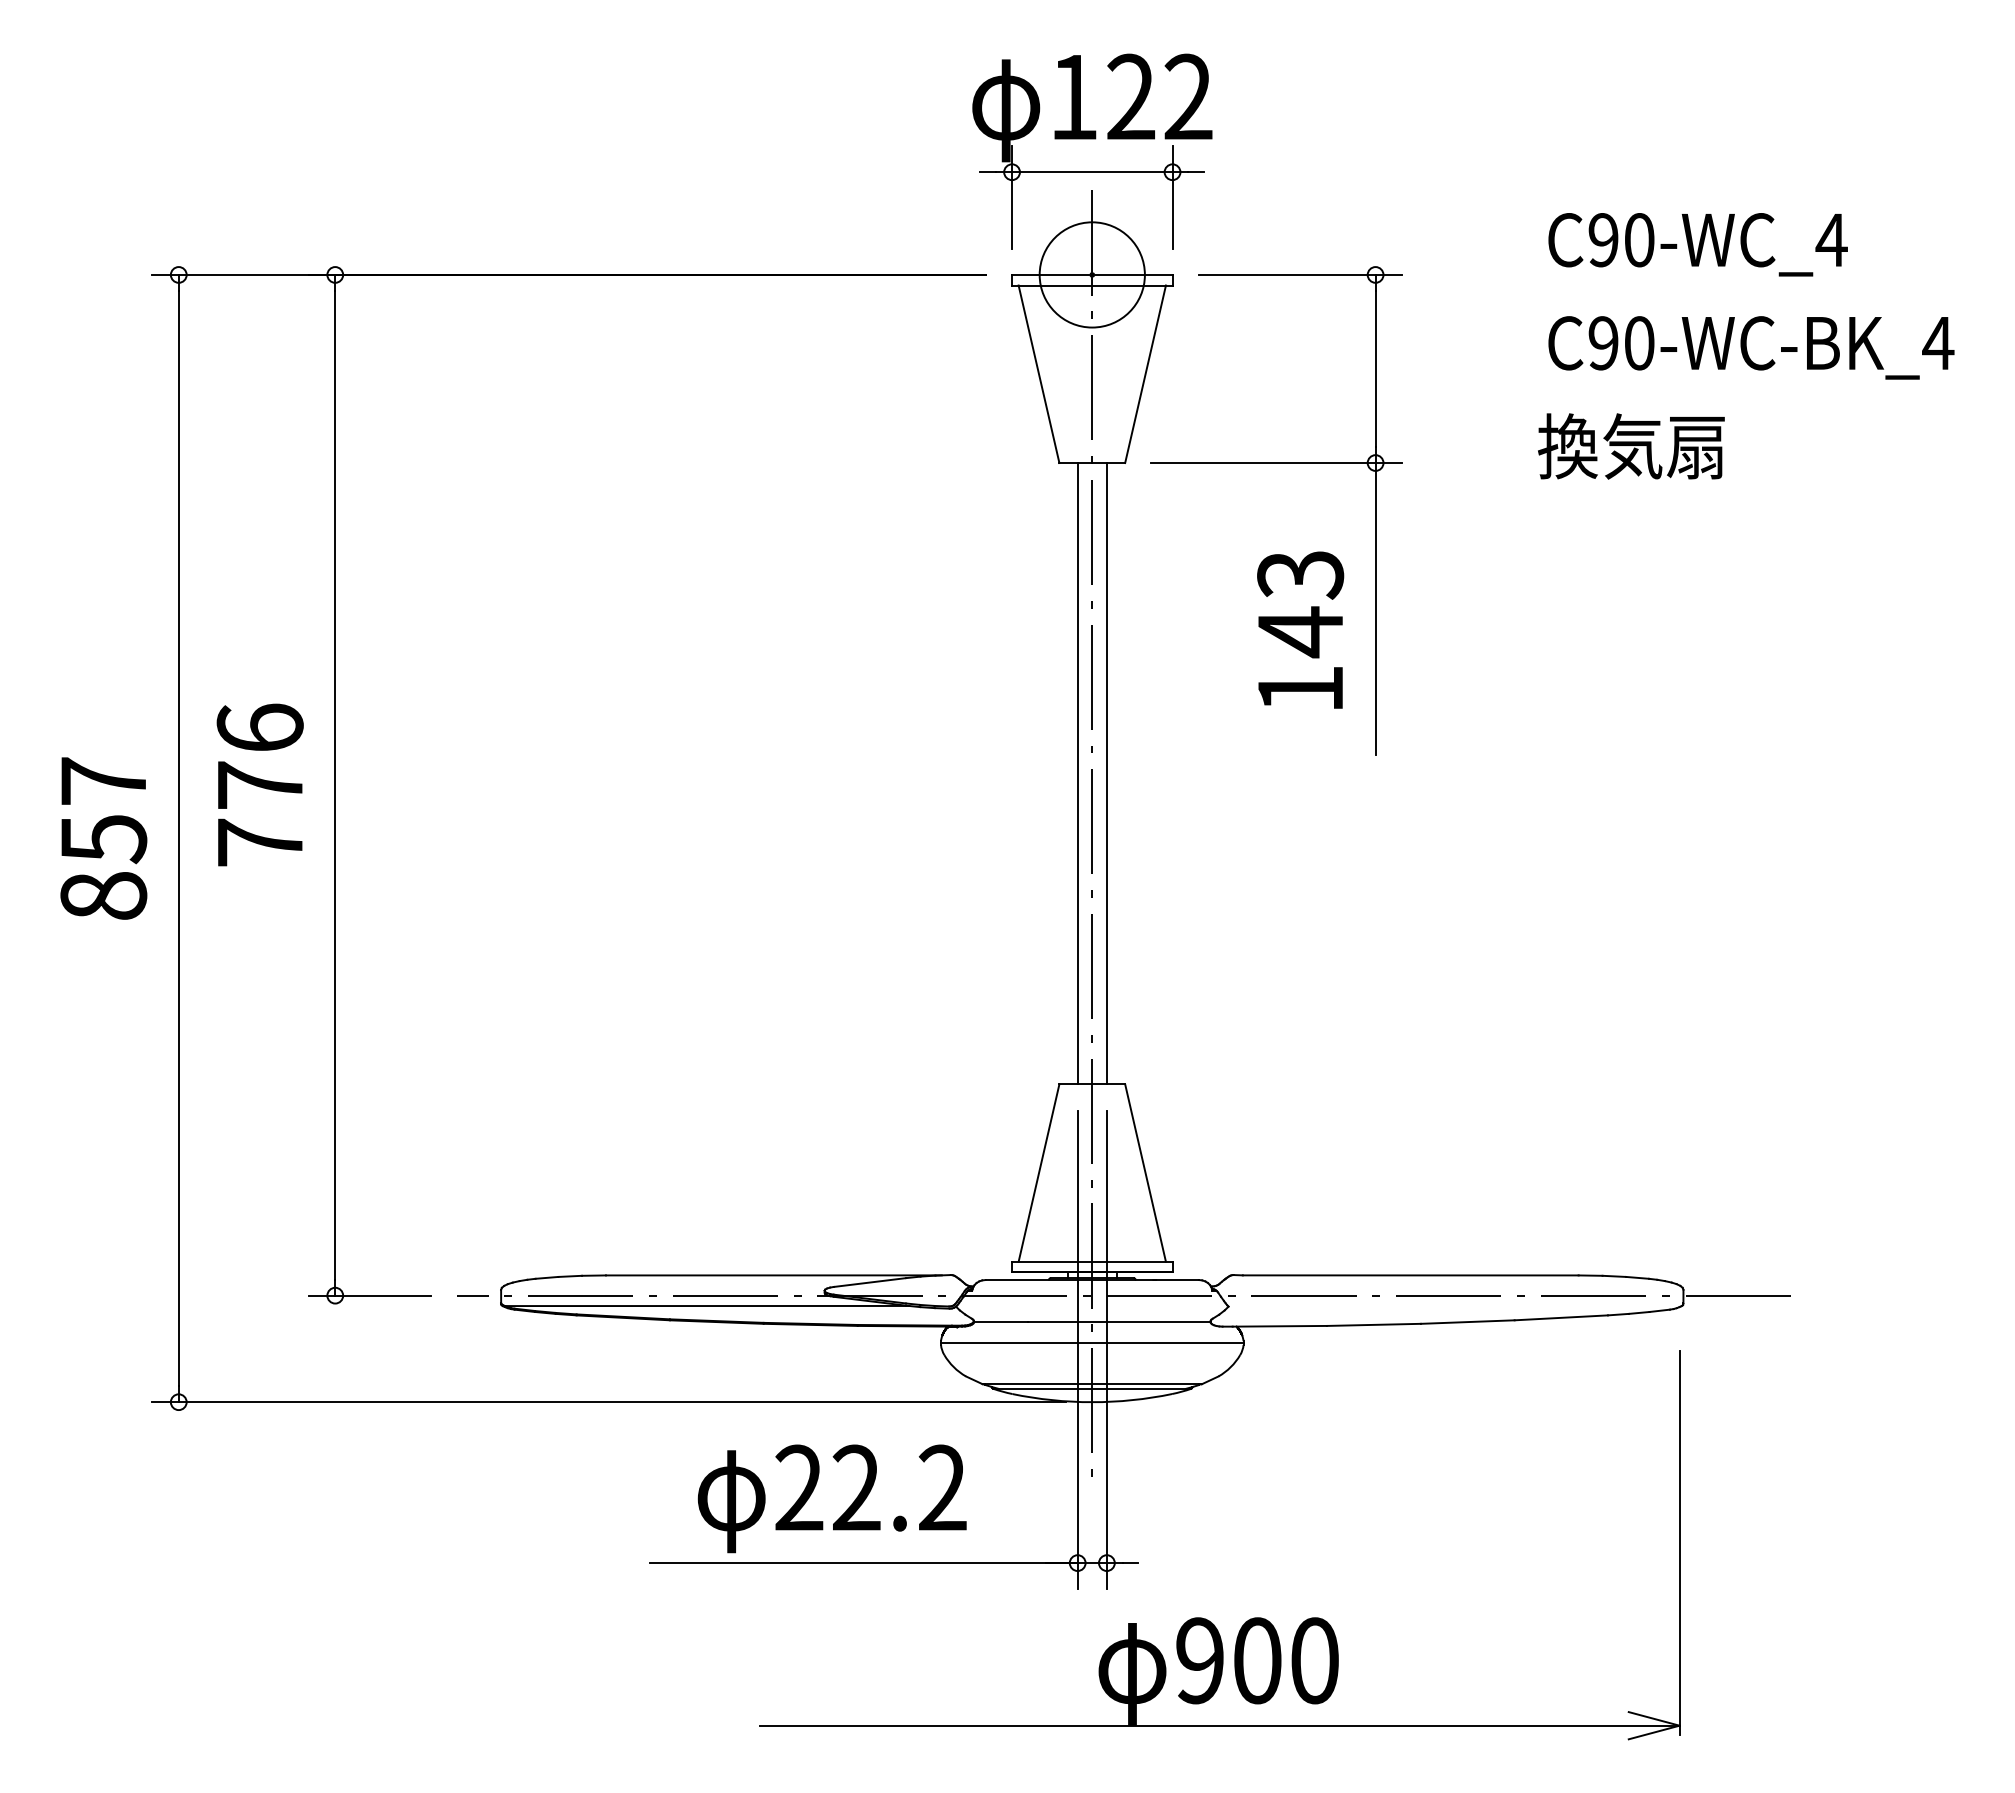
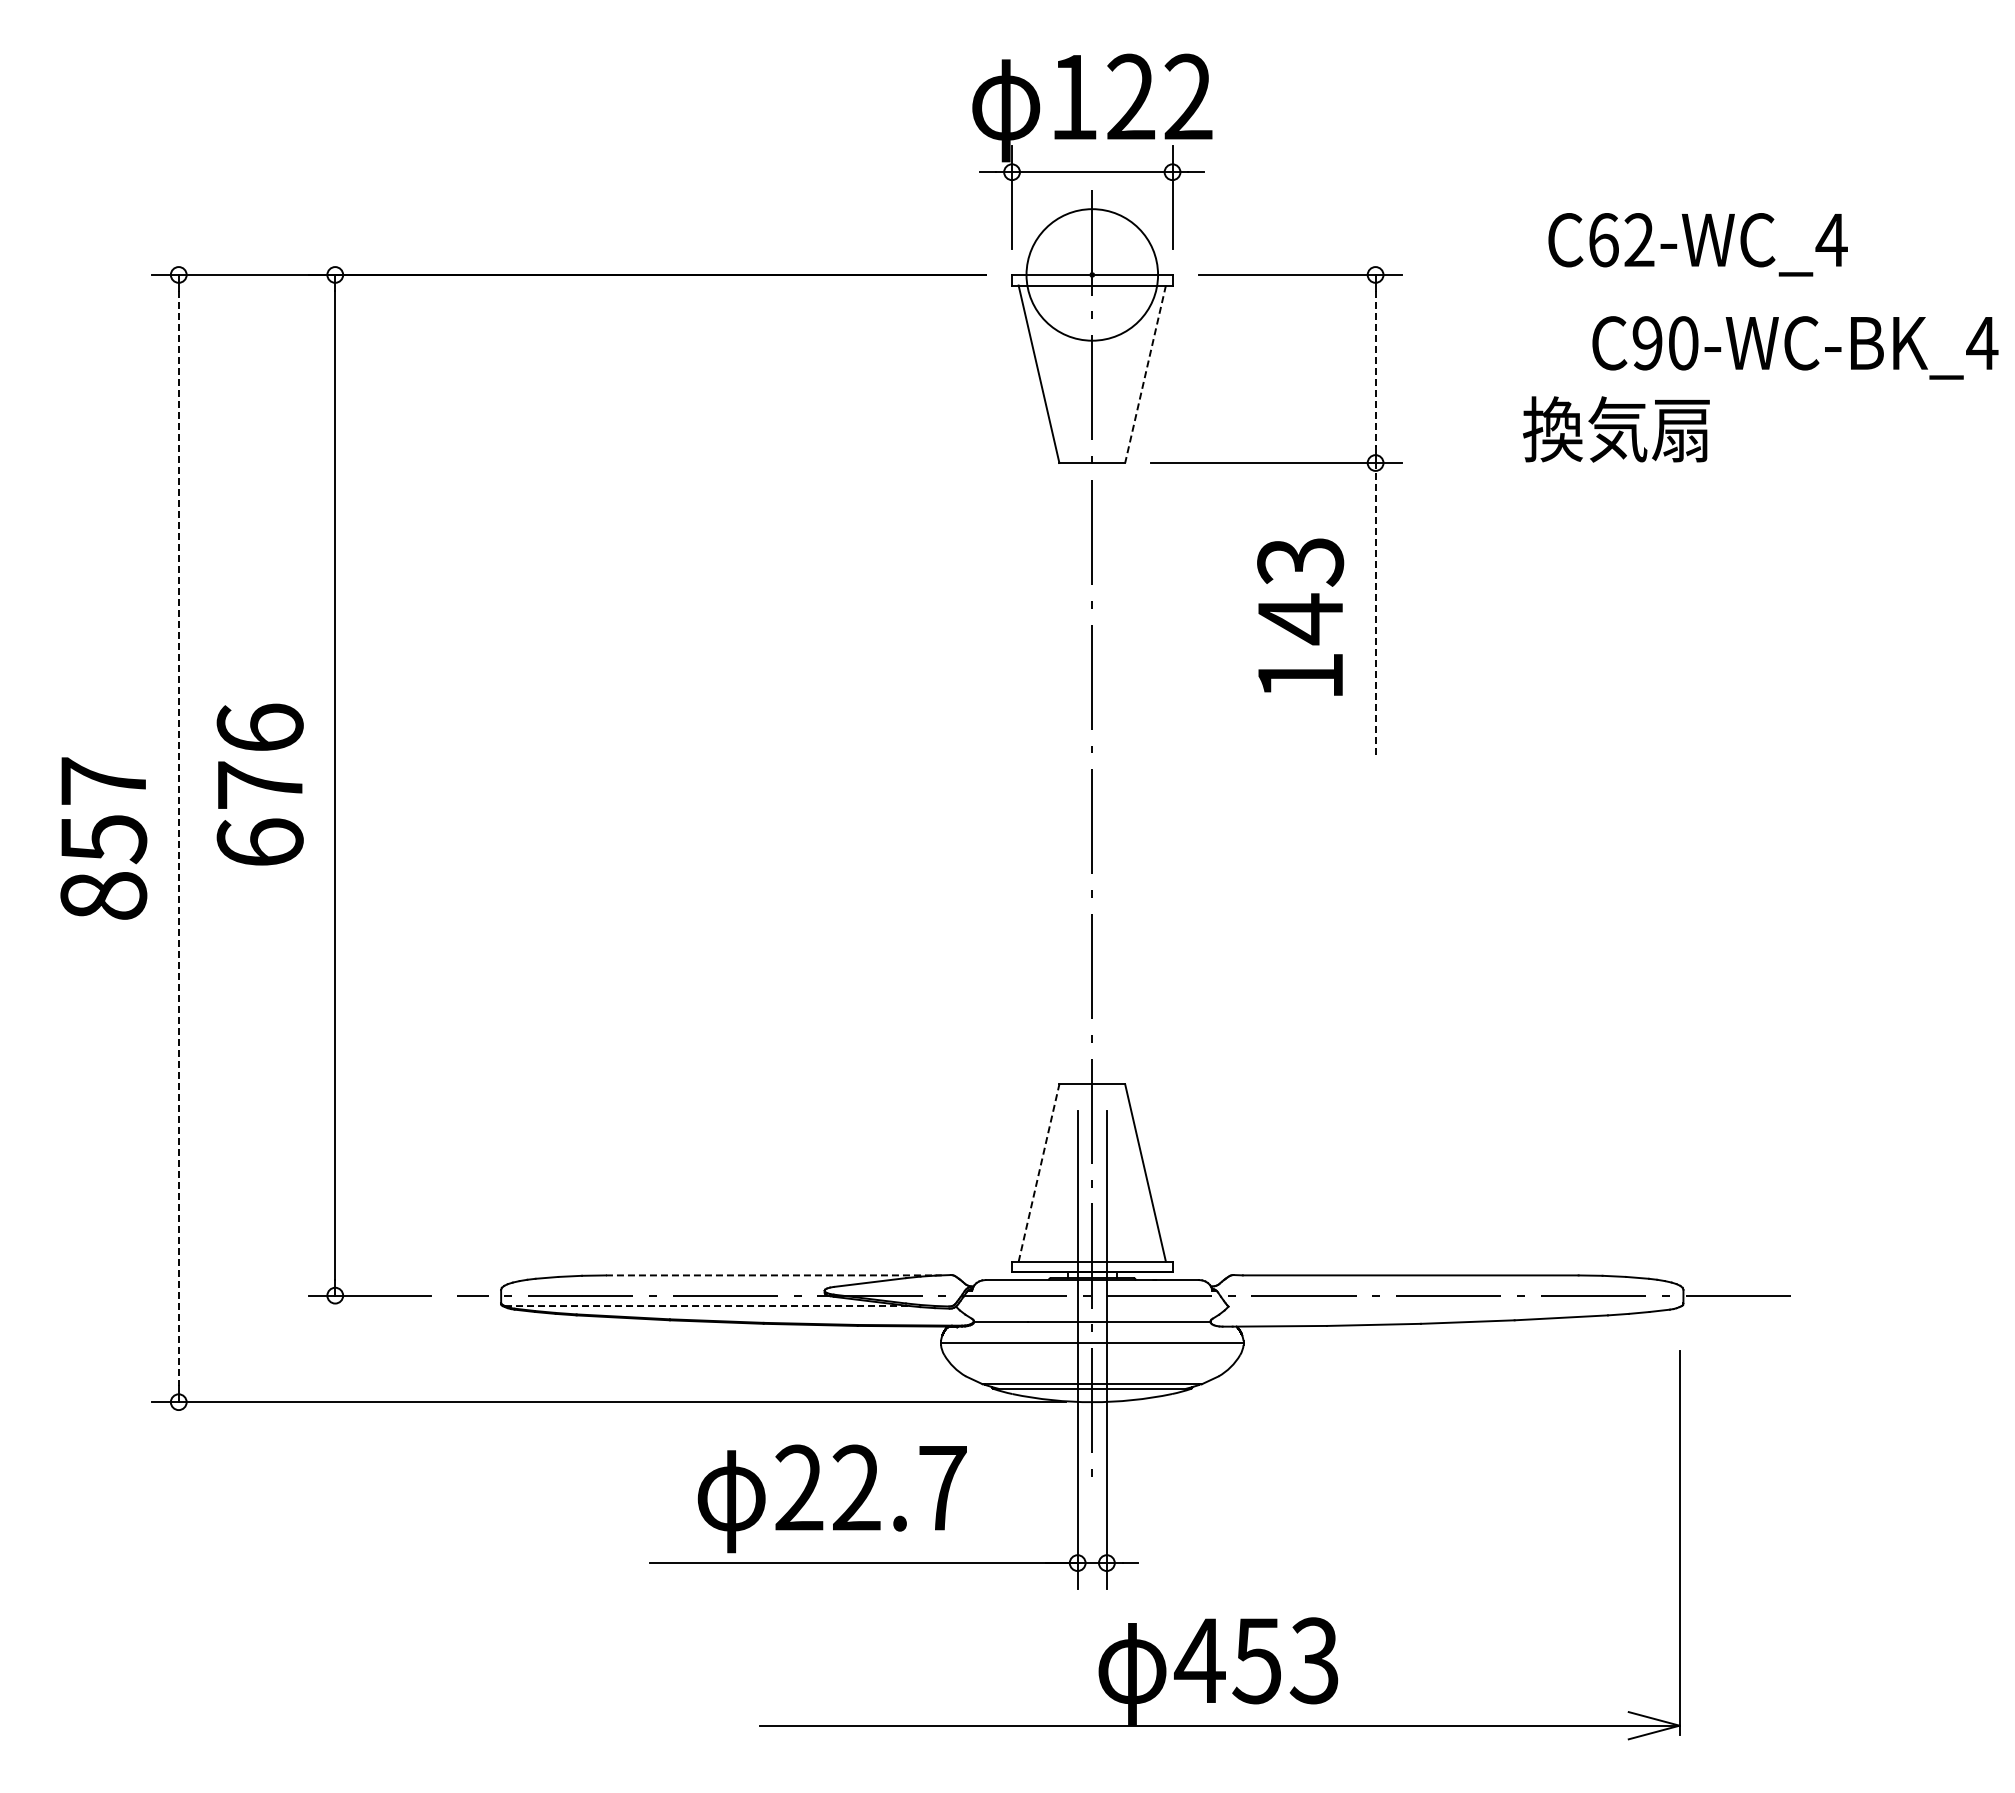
text at (1621, 240): C90-WC_4 -> C62-WC_4
circle at (1091, 274) diameter: 105 px -> 132 px
text at (1751, 347) position: (1751, 347) -> (1795, 347)
line at (1375, 369): solid -> dashed
line at (1145, 374): solid -> dashed
text at (1631, 446) position: (1631, 446) -> (1616, 429)
line at (1375, 608): solid -> dashed
text at (1300, 629) position: (1300, 629) -> (1300, 616)
line at (1077, 773): present -> none
line at (1106, 773): present -> none
line at (178, 838): solid -> dashed
text at (259, 842): 776 -> 676
line at (1039, 1172): solid -> dashed
line at (773, 1275): solid -> dashed
line at (707, 1306): solid -> dashed
text at (942, 1487): 22.2 -> 22.7
text at (1255, 1660): 900 -> 453
